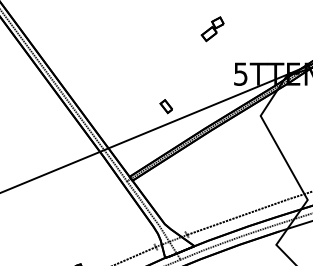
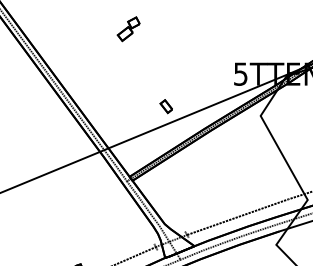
part at (212, 29) position: (212, 29) -> (128, 29)
